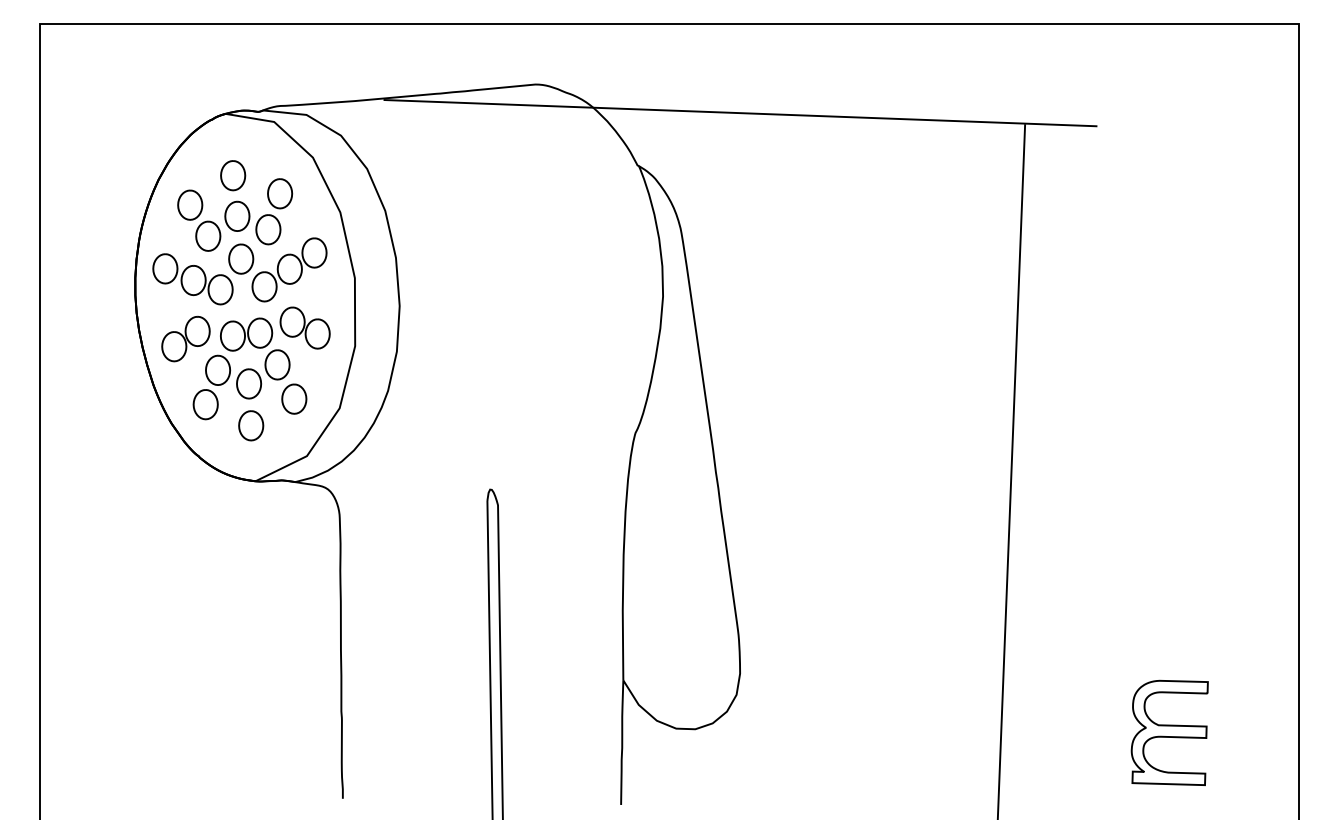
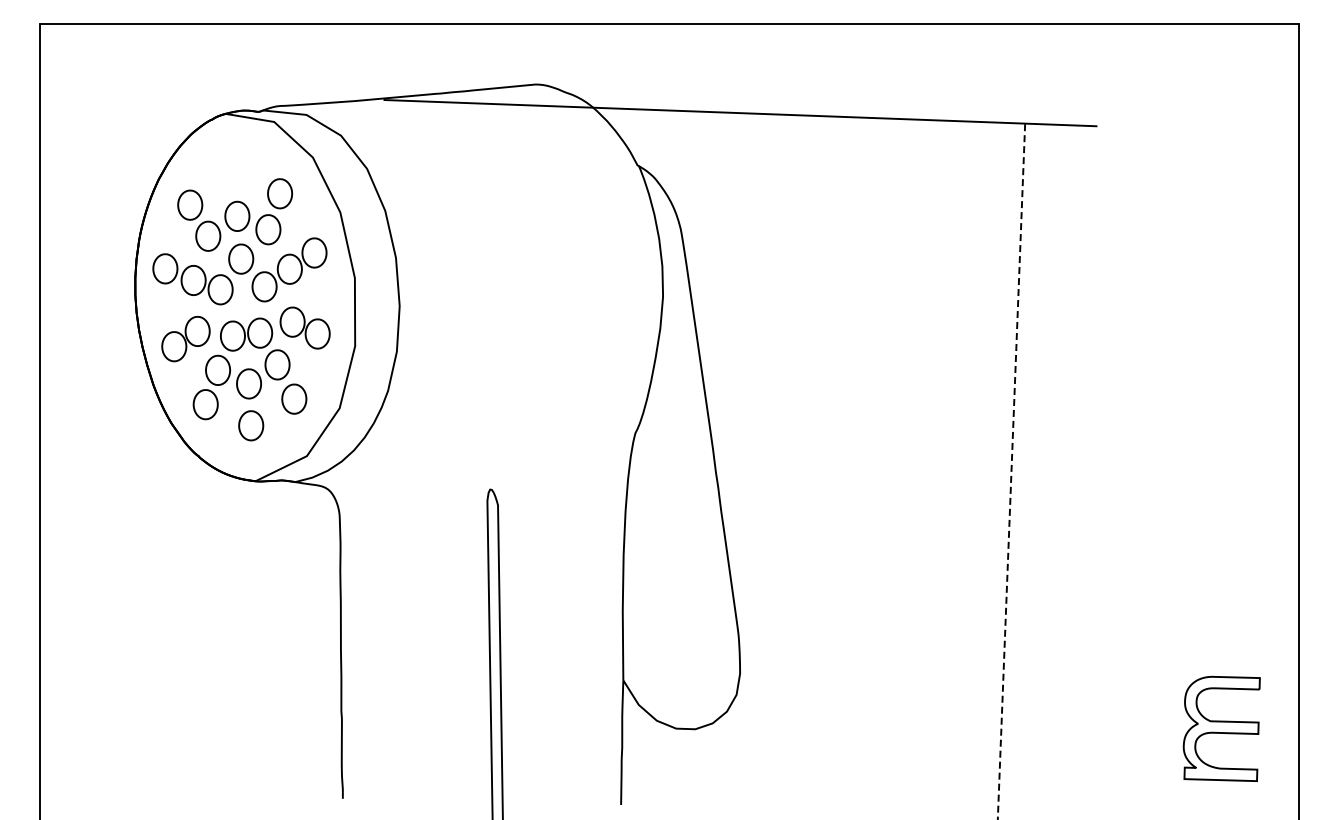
part at (233, 175): present -> none
line at (1011, 471): solid -> dashed
part at (1169, 732) position: (1169, 732) -> (1221, 728)
